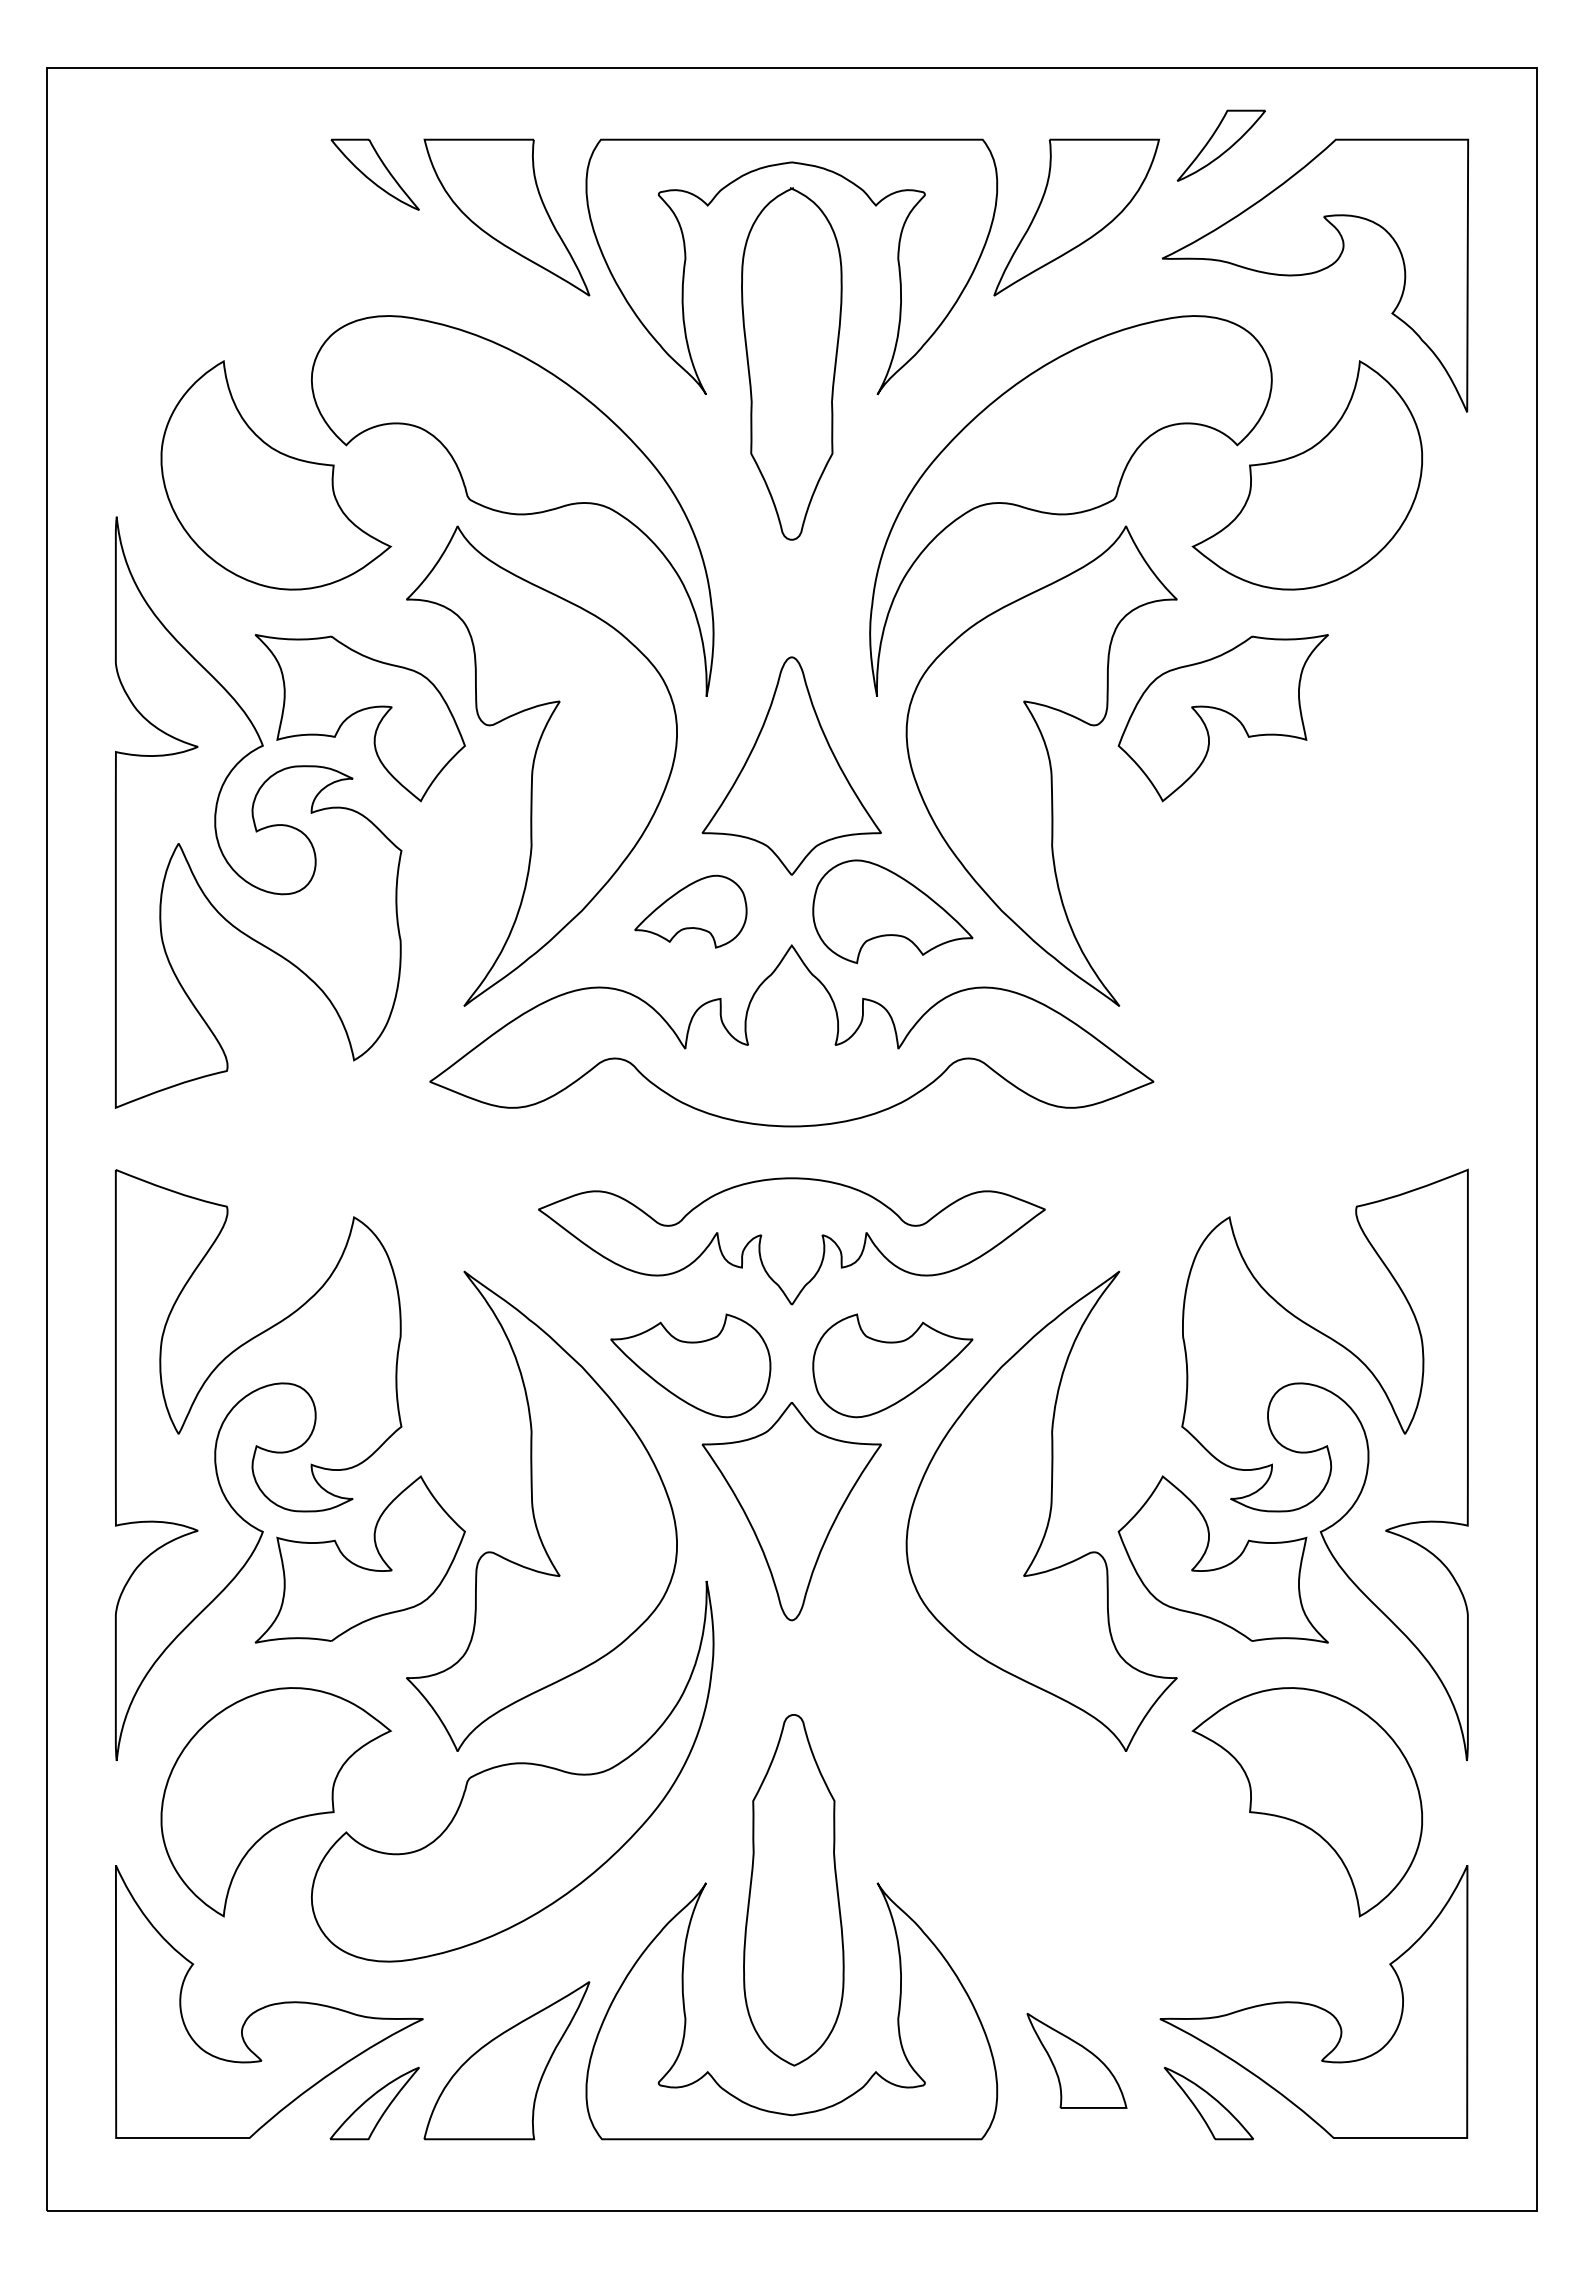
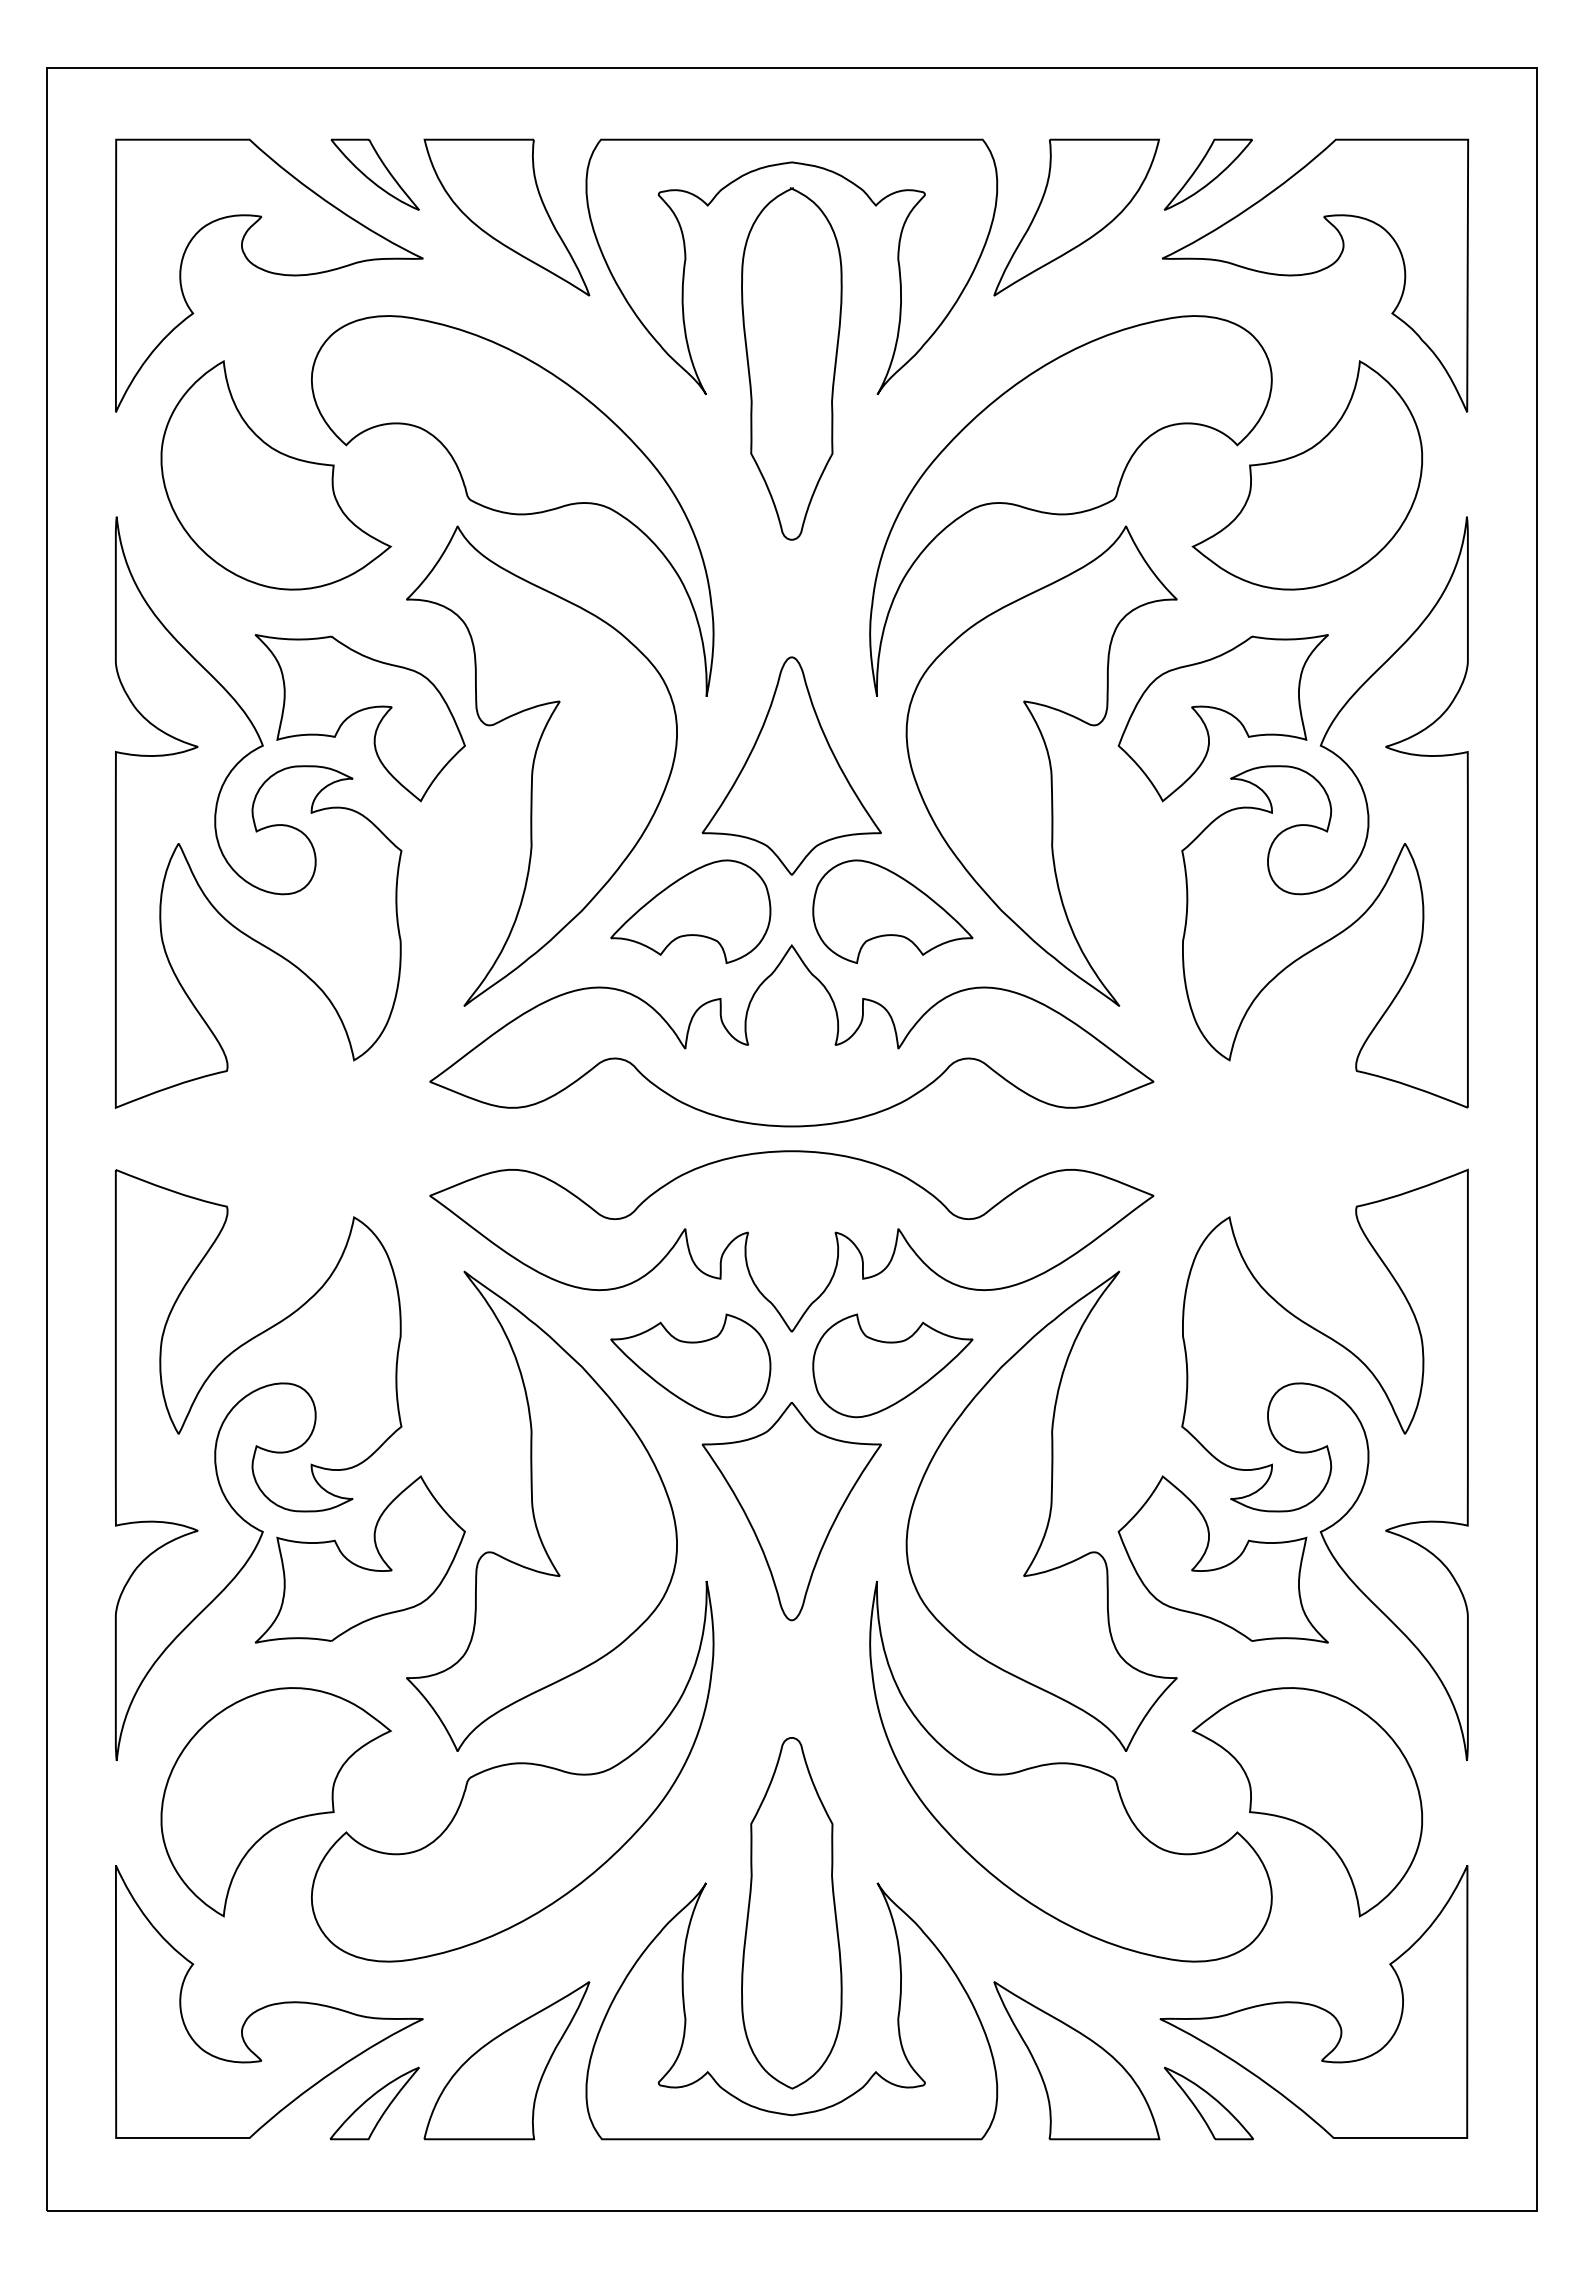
part at (1220, 145) position: (1220, 145) -> (1207, 174)
part at (269, 275): none -> present
part at (1324, 812): none -> present
part at (690, 911) size: 114x75 px -> 162x105 px
part at (791, 1241) size: 508x129 px -> 726x183 px
part at (1070, 1771): none -> present
part at (793, 1890) position: (793, 1890) -> (791, 1913)
part at (1076, 2060) size: 102x96 px -> 168x160 px
